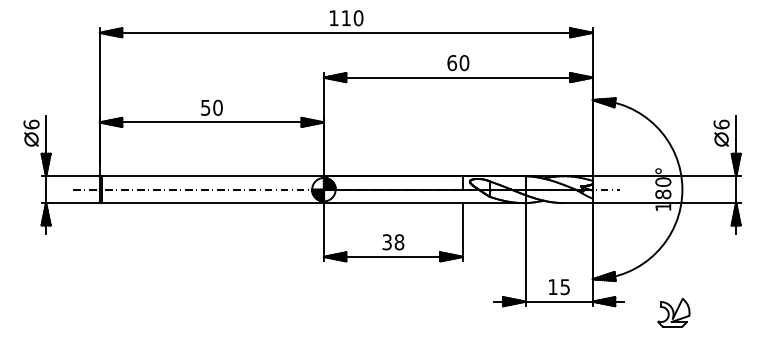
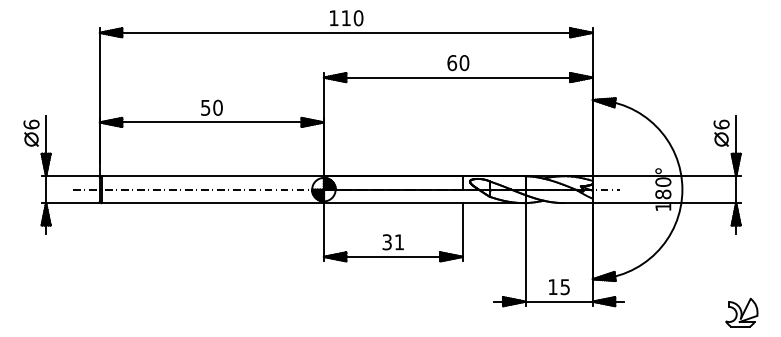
text at (399, 242): 38 -> 31
part at (673, 312) position: (673, 312) -> (741, 312)
